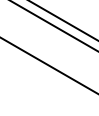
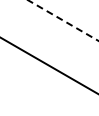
line at (63, 20): solid -> dashed
line at (54, 25): present -> none
